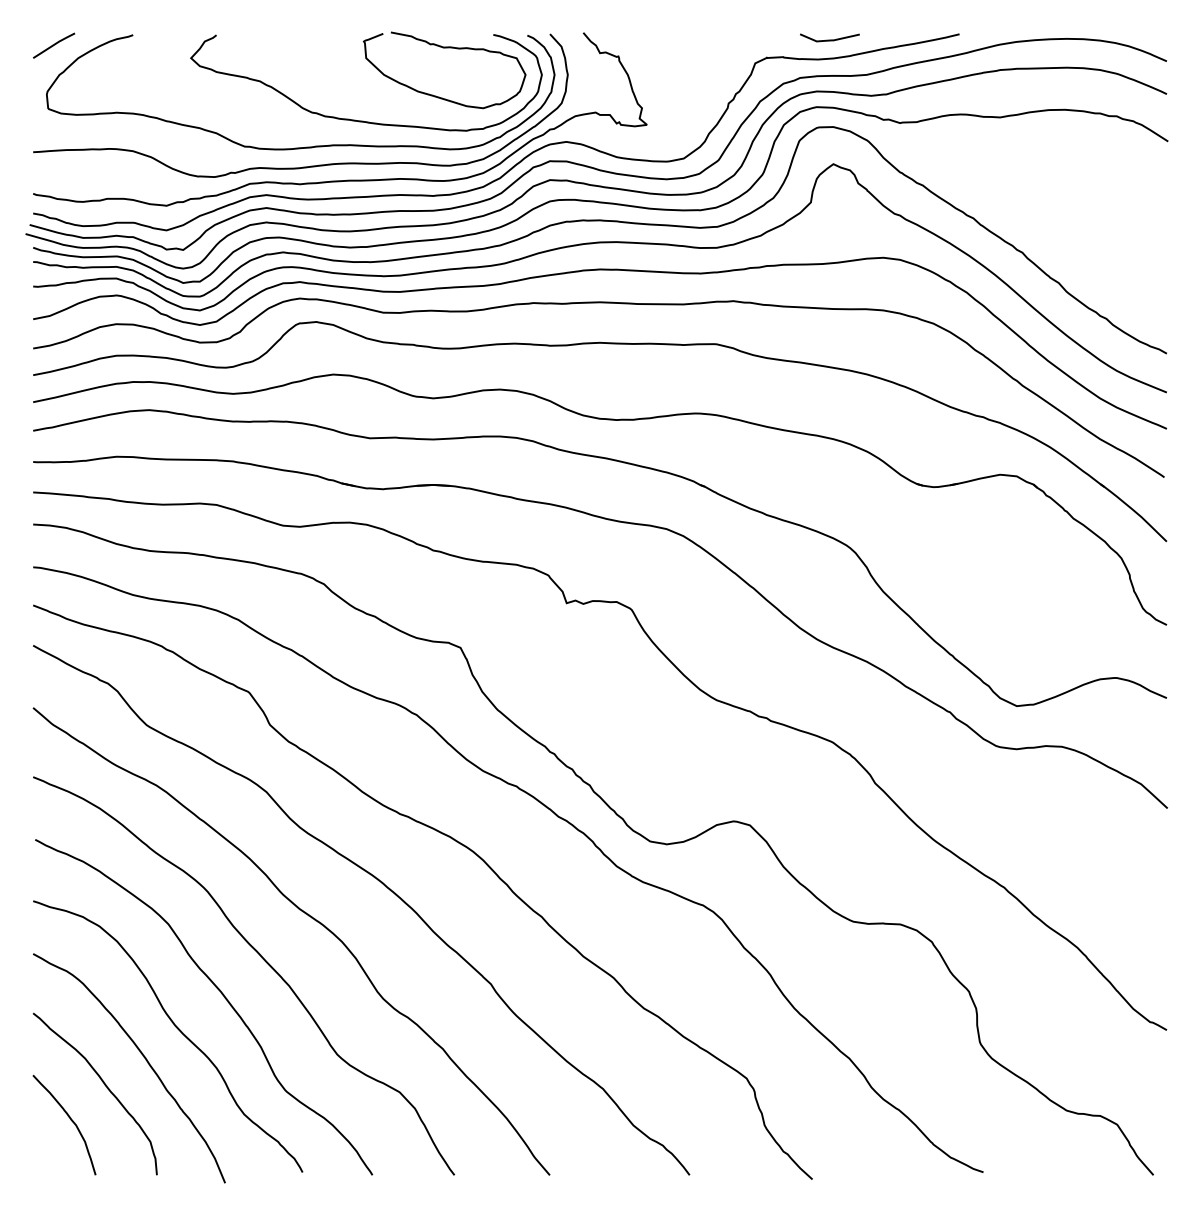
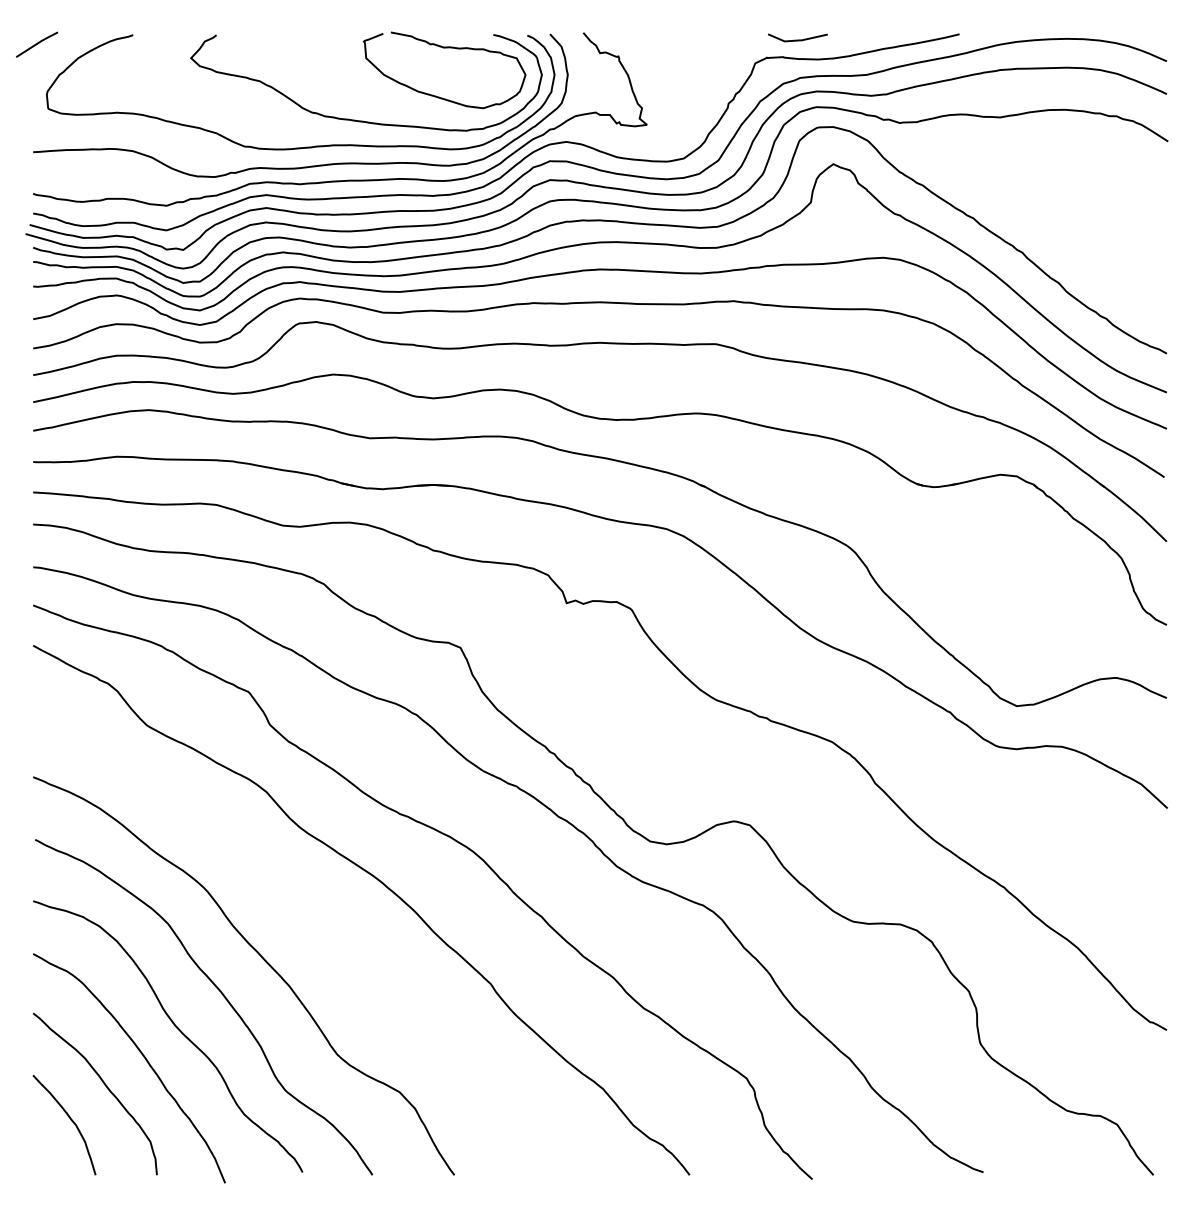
line at (829, 39) position: (829, 39) -> (797, 39)
line at (54, 45) position: (54, 45) -> (37, 44)
curve at (308, 916): present -> none
